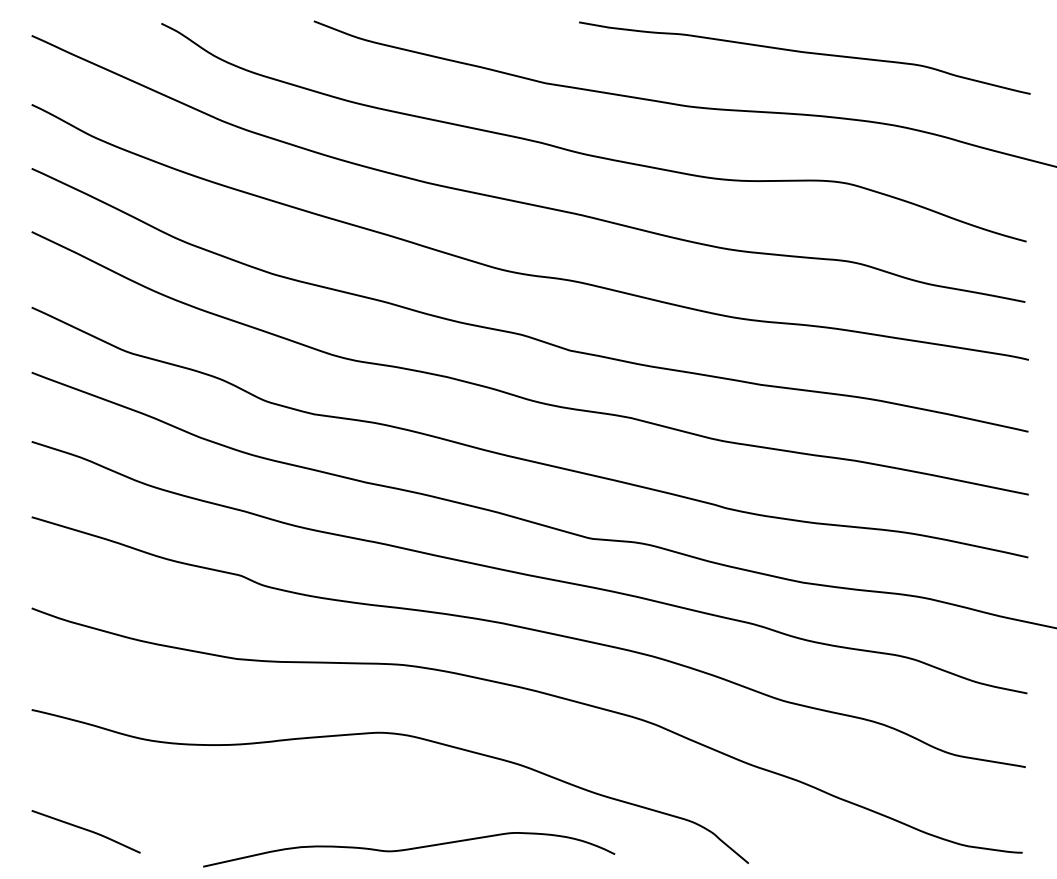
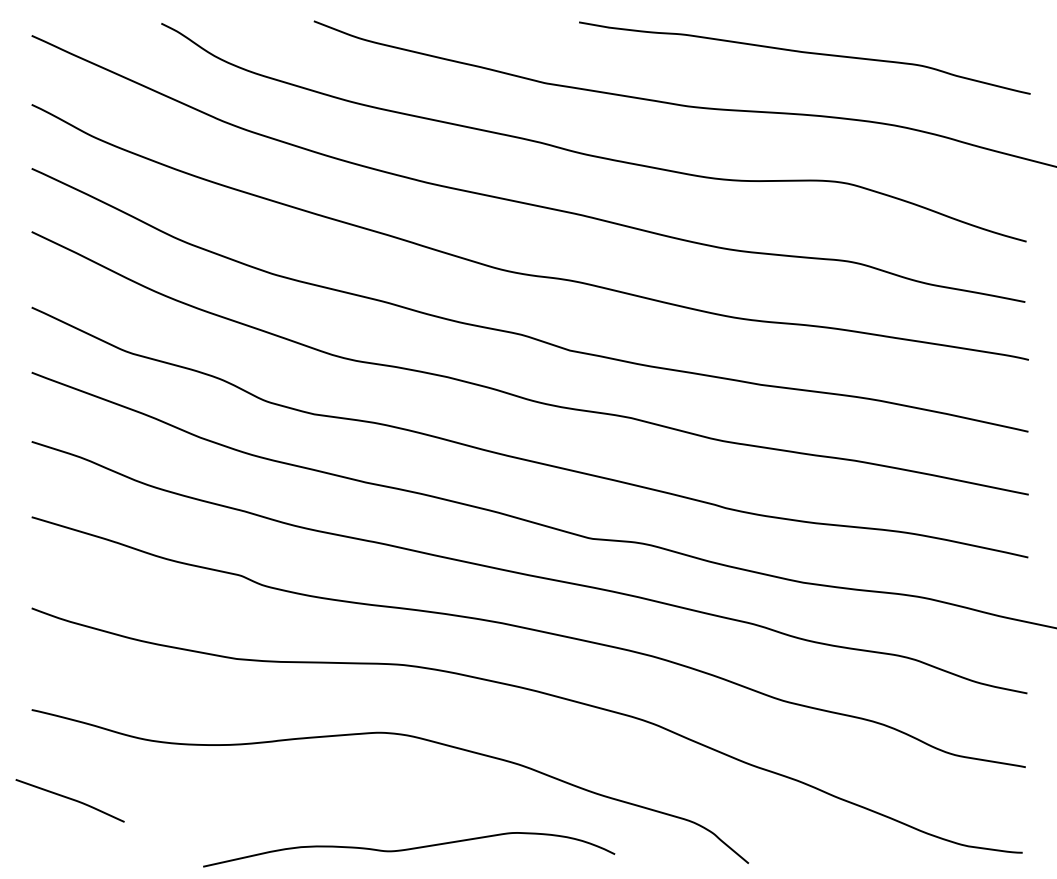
curve at (85, 830) position: (85, 830) -> (69, 799)
